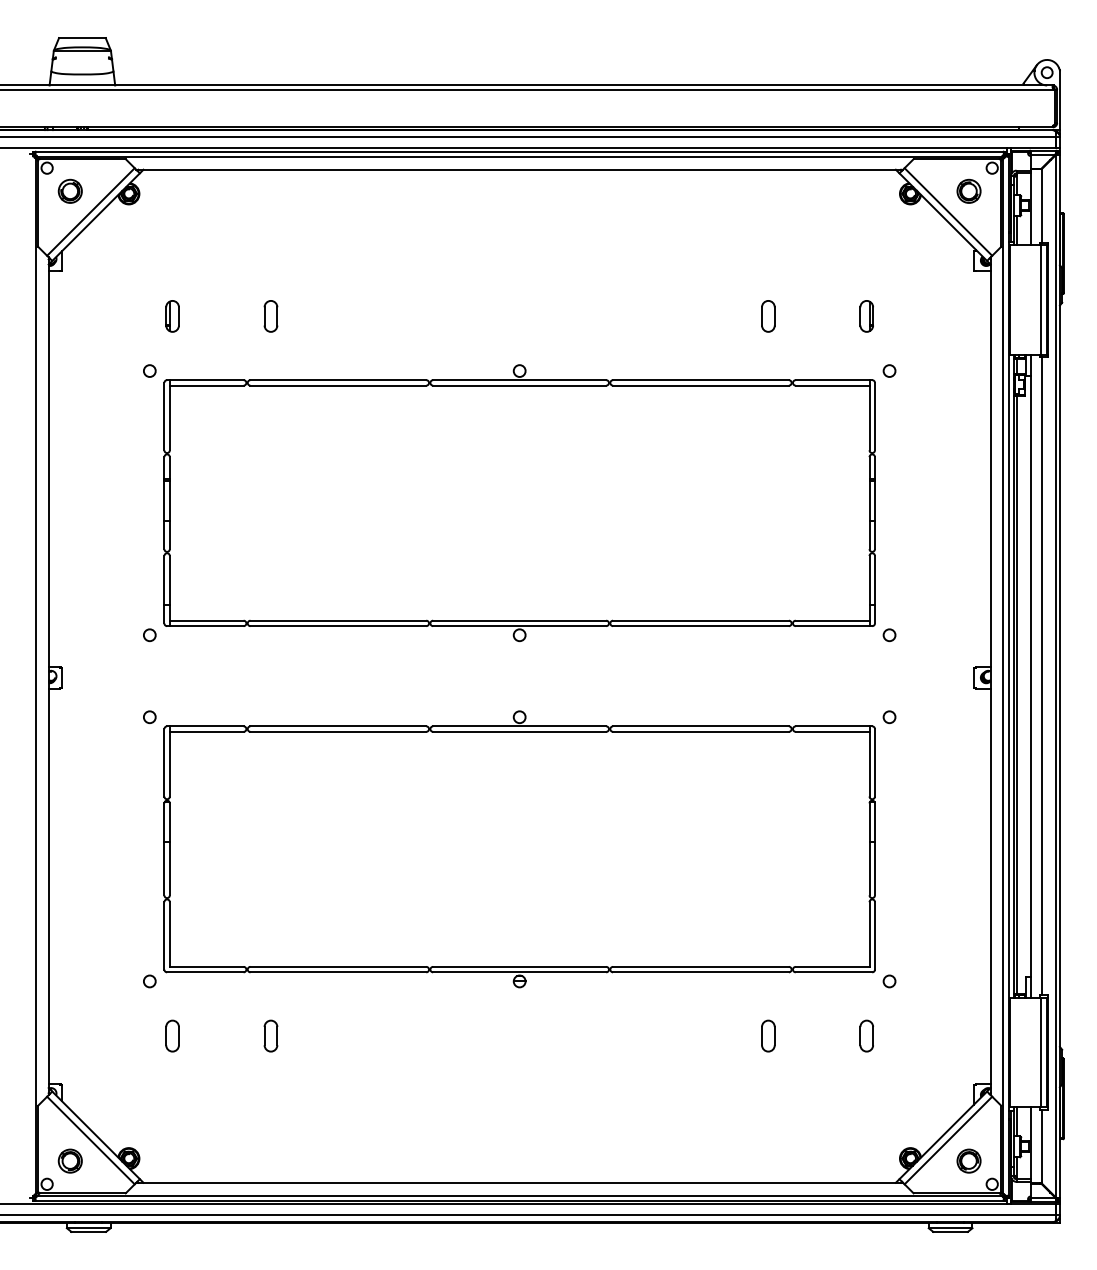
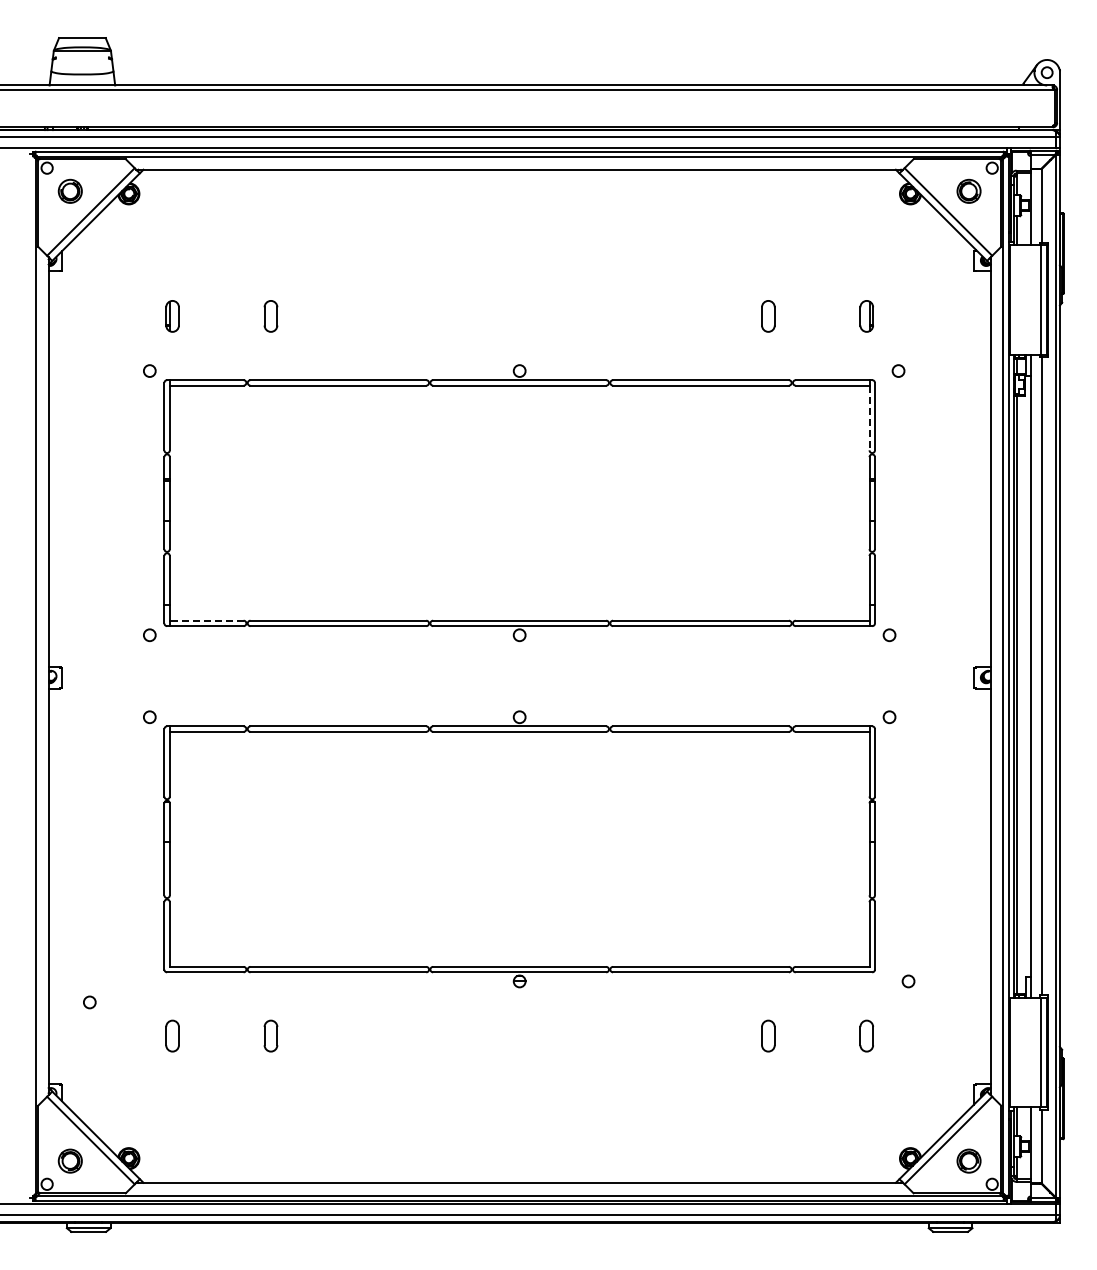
circle at (889, 370) position: (889, 370) -> (898, 370)
line at (869, 418): solid -> dashed
line at (206, 620): solid -> dashed
circle at (149, 981) position: (149, 981) -> (89, 1002)
circle at (889, 981) position: (889, 981) -> (908, 981)
